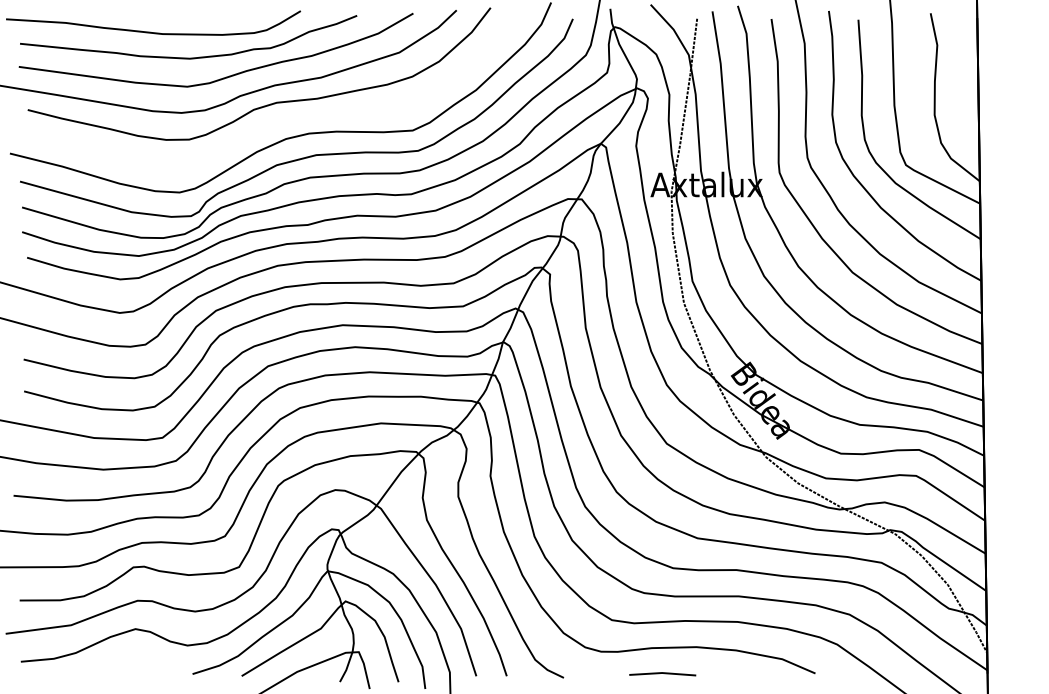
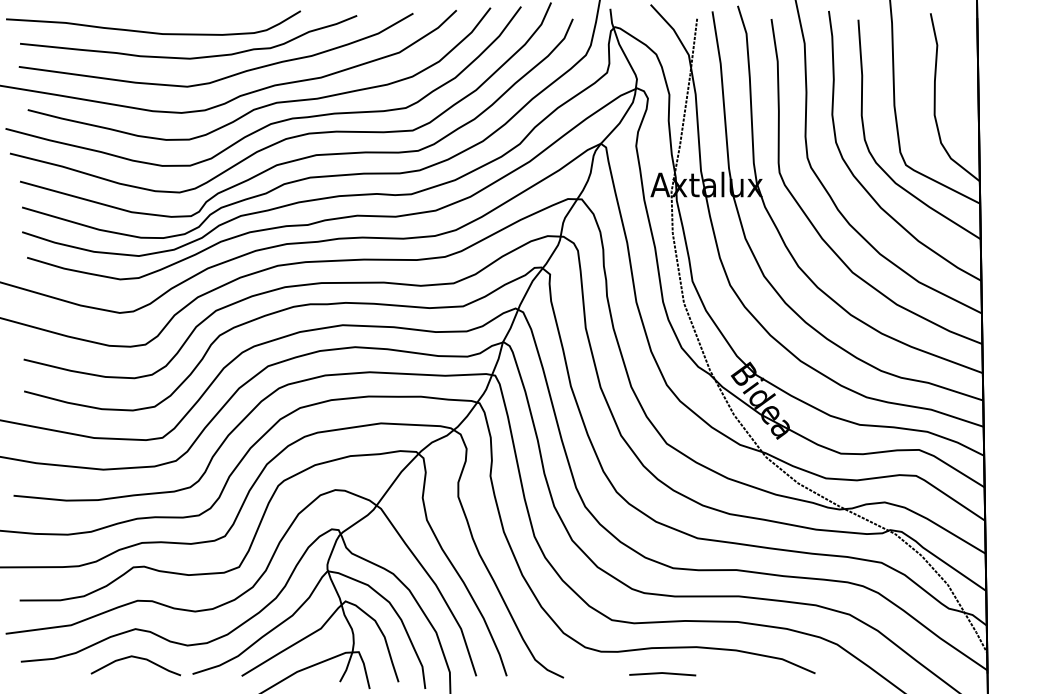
curve at (272, 122): none -> present
curve at (136, 658): none -> present
